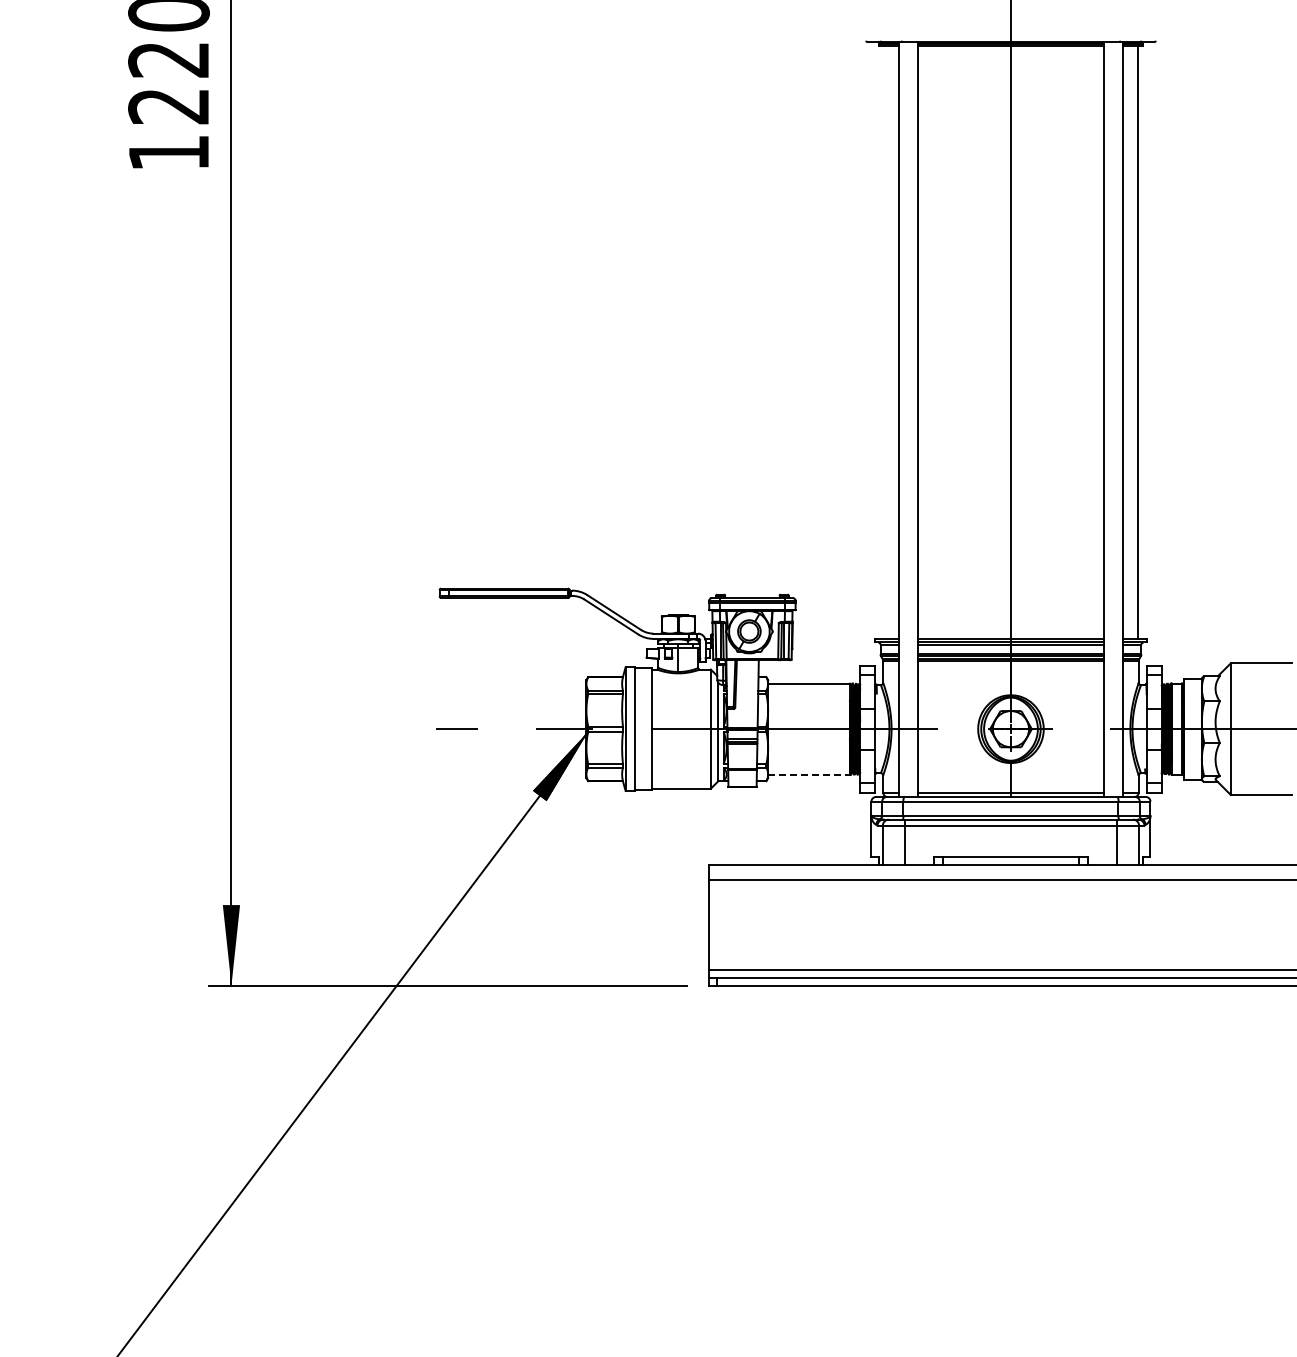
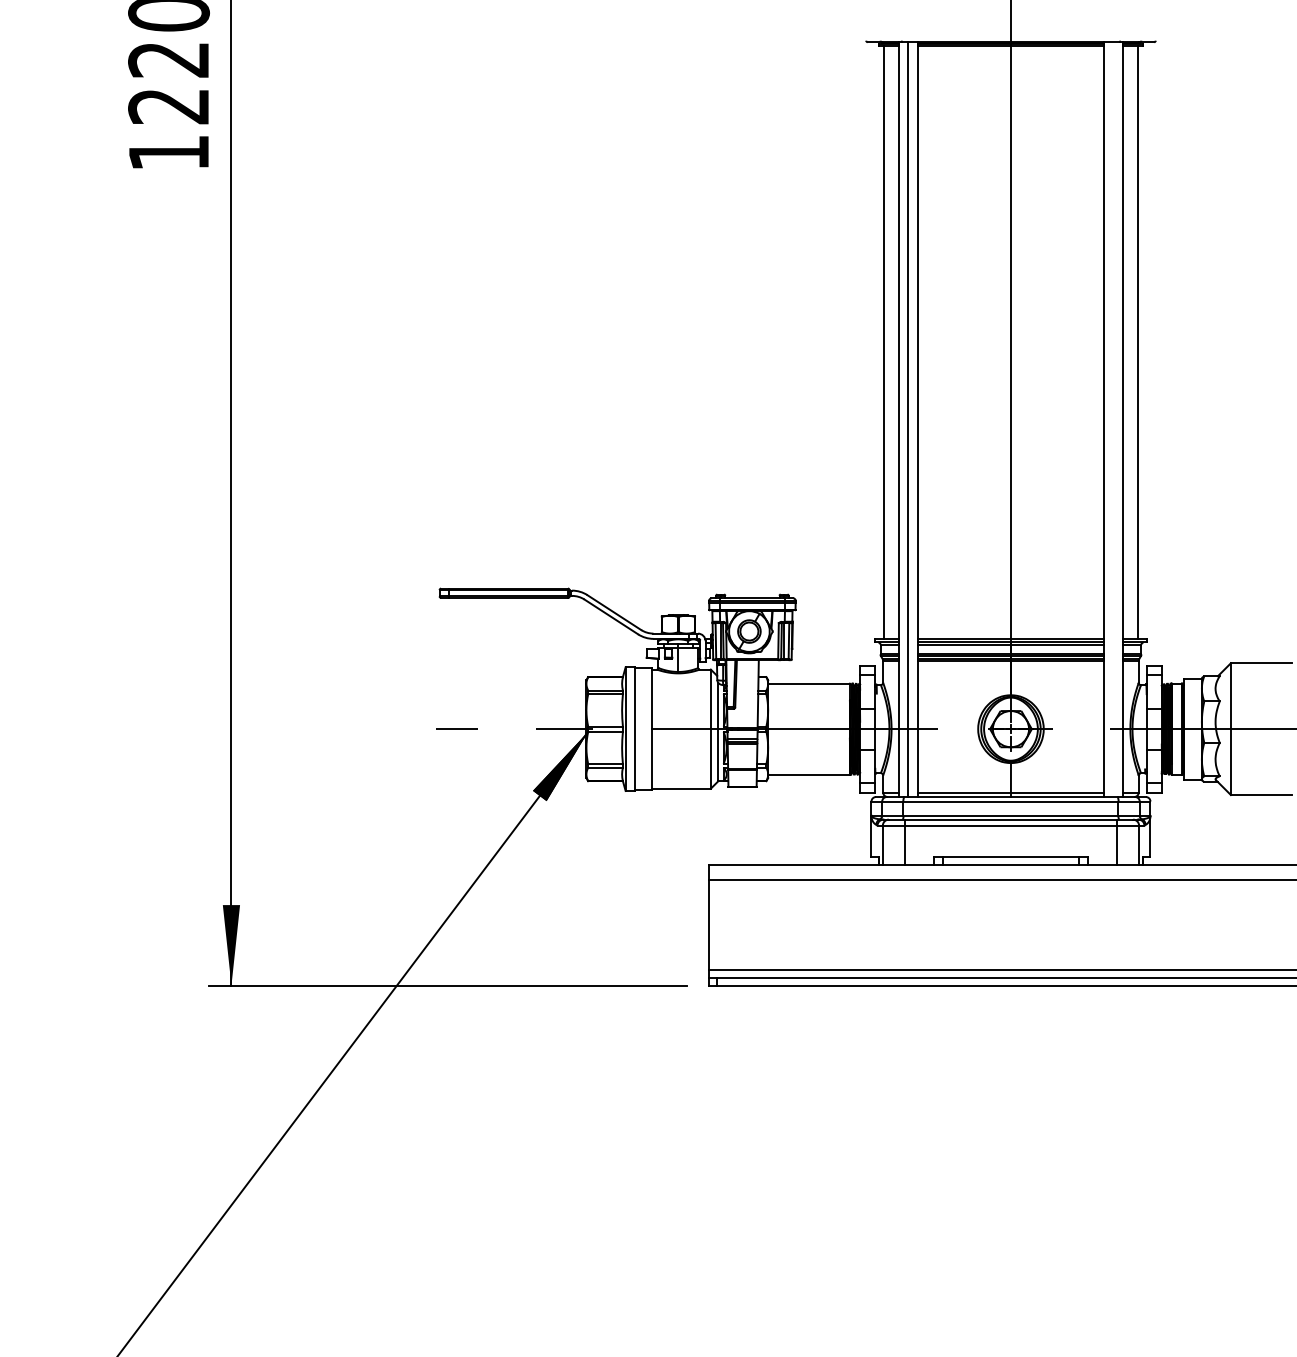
line at (884, 341): none -> present
line at (908, 419): none -> present
line at (809, 774): dashed -> solid
